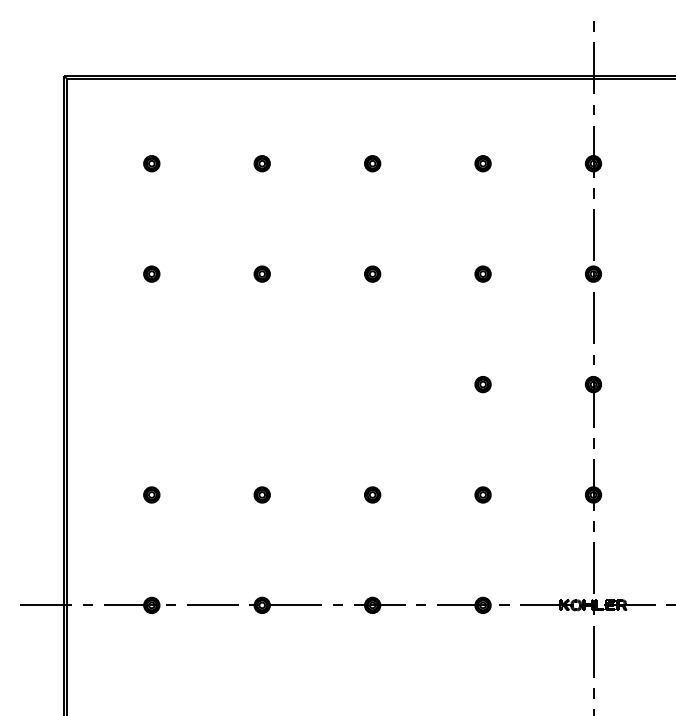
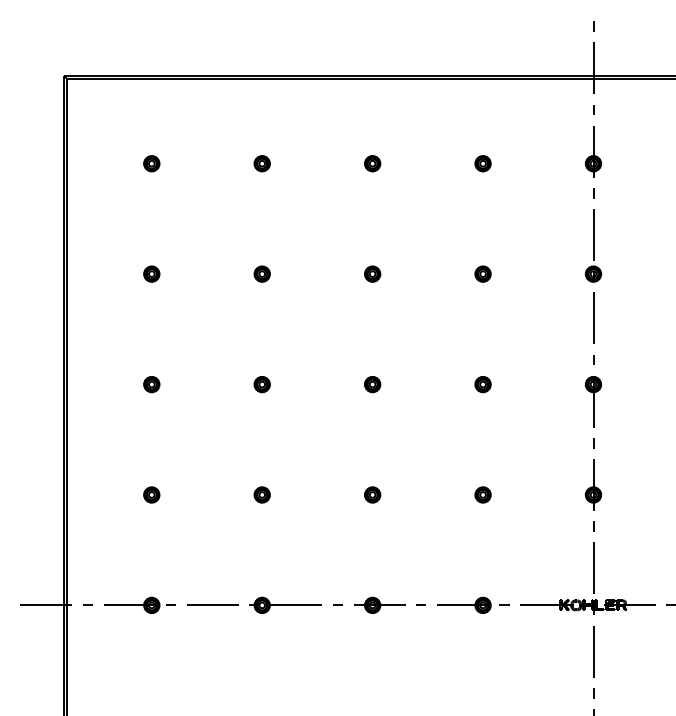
part at (151, 384): none -> present
part at (261, 384): none -> present
part at (372, 384): none -> present
